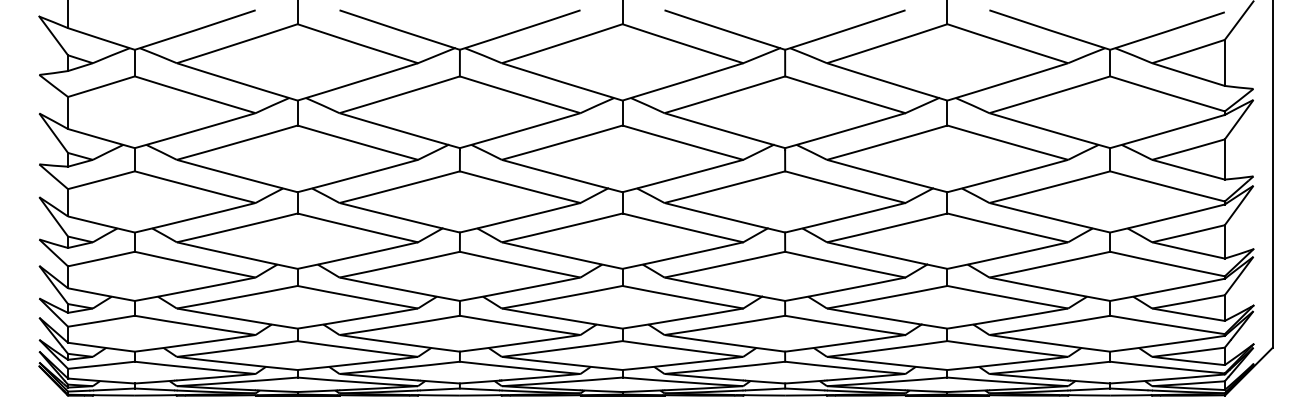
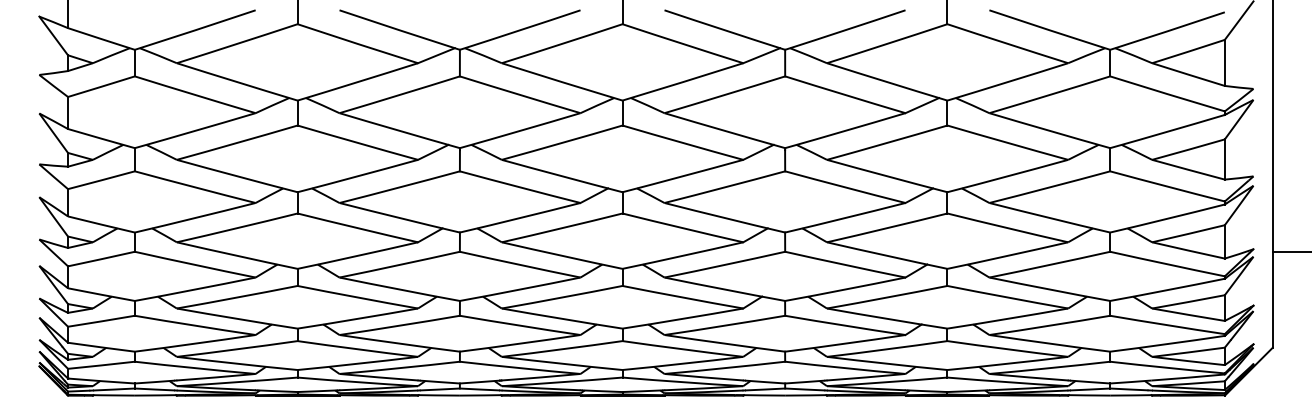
line at (1290, 252): none -> present
